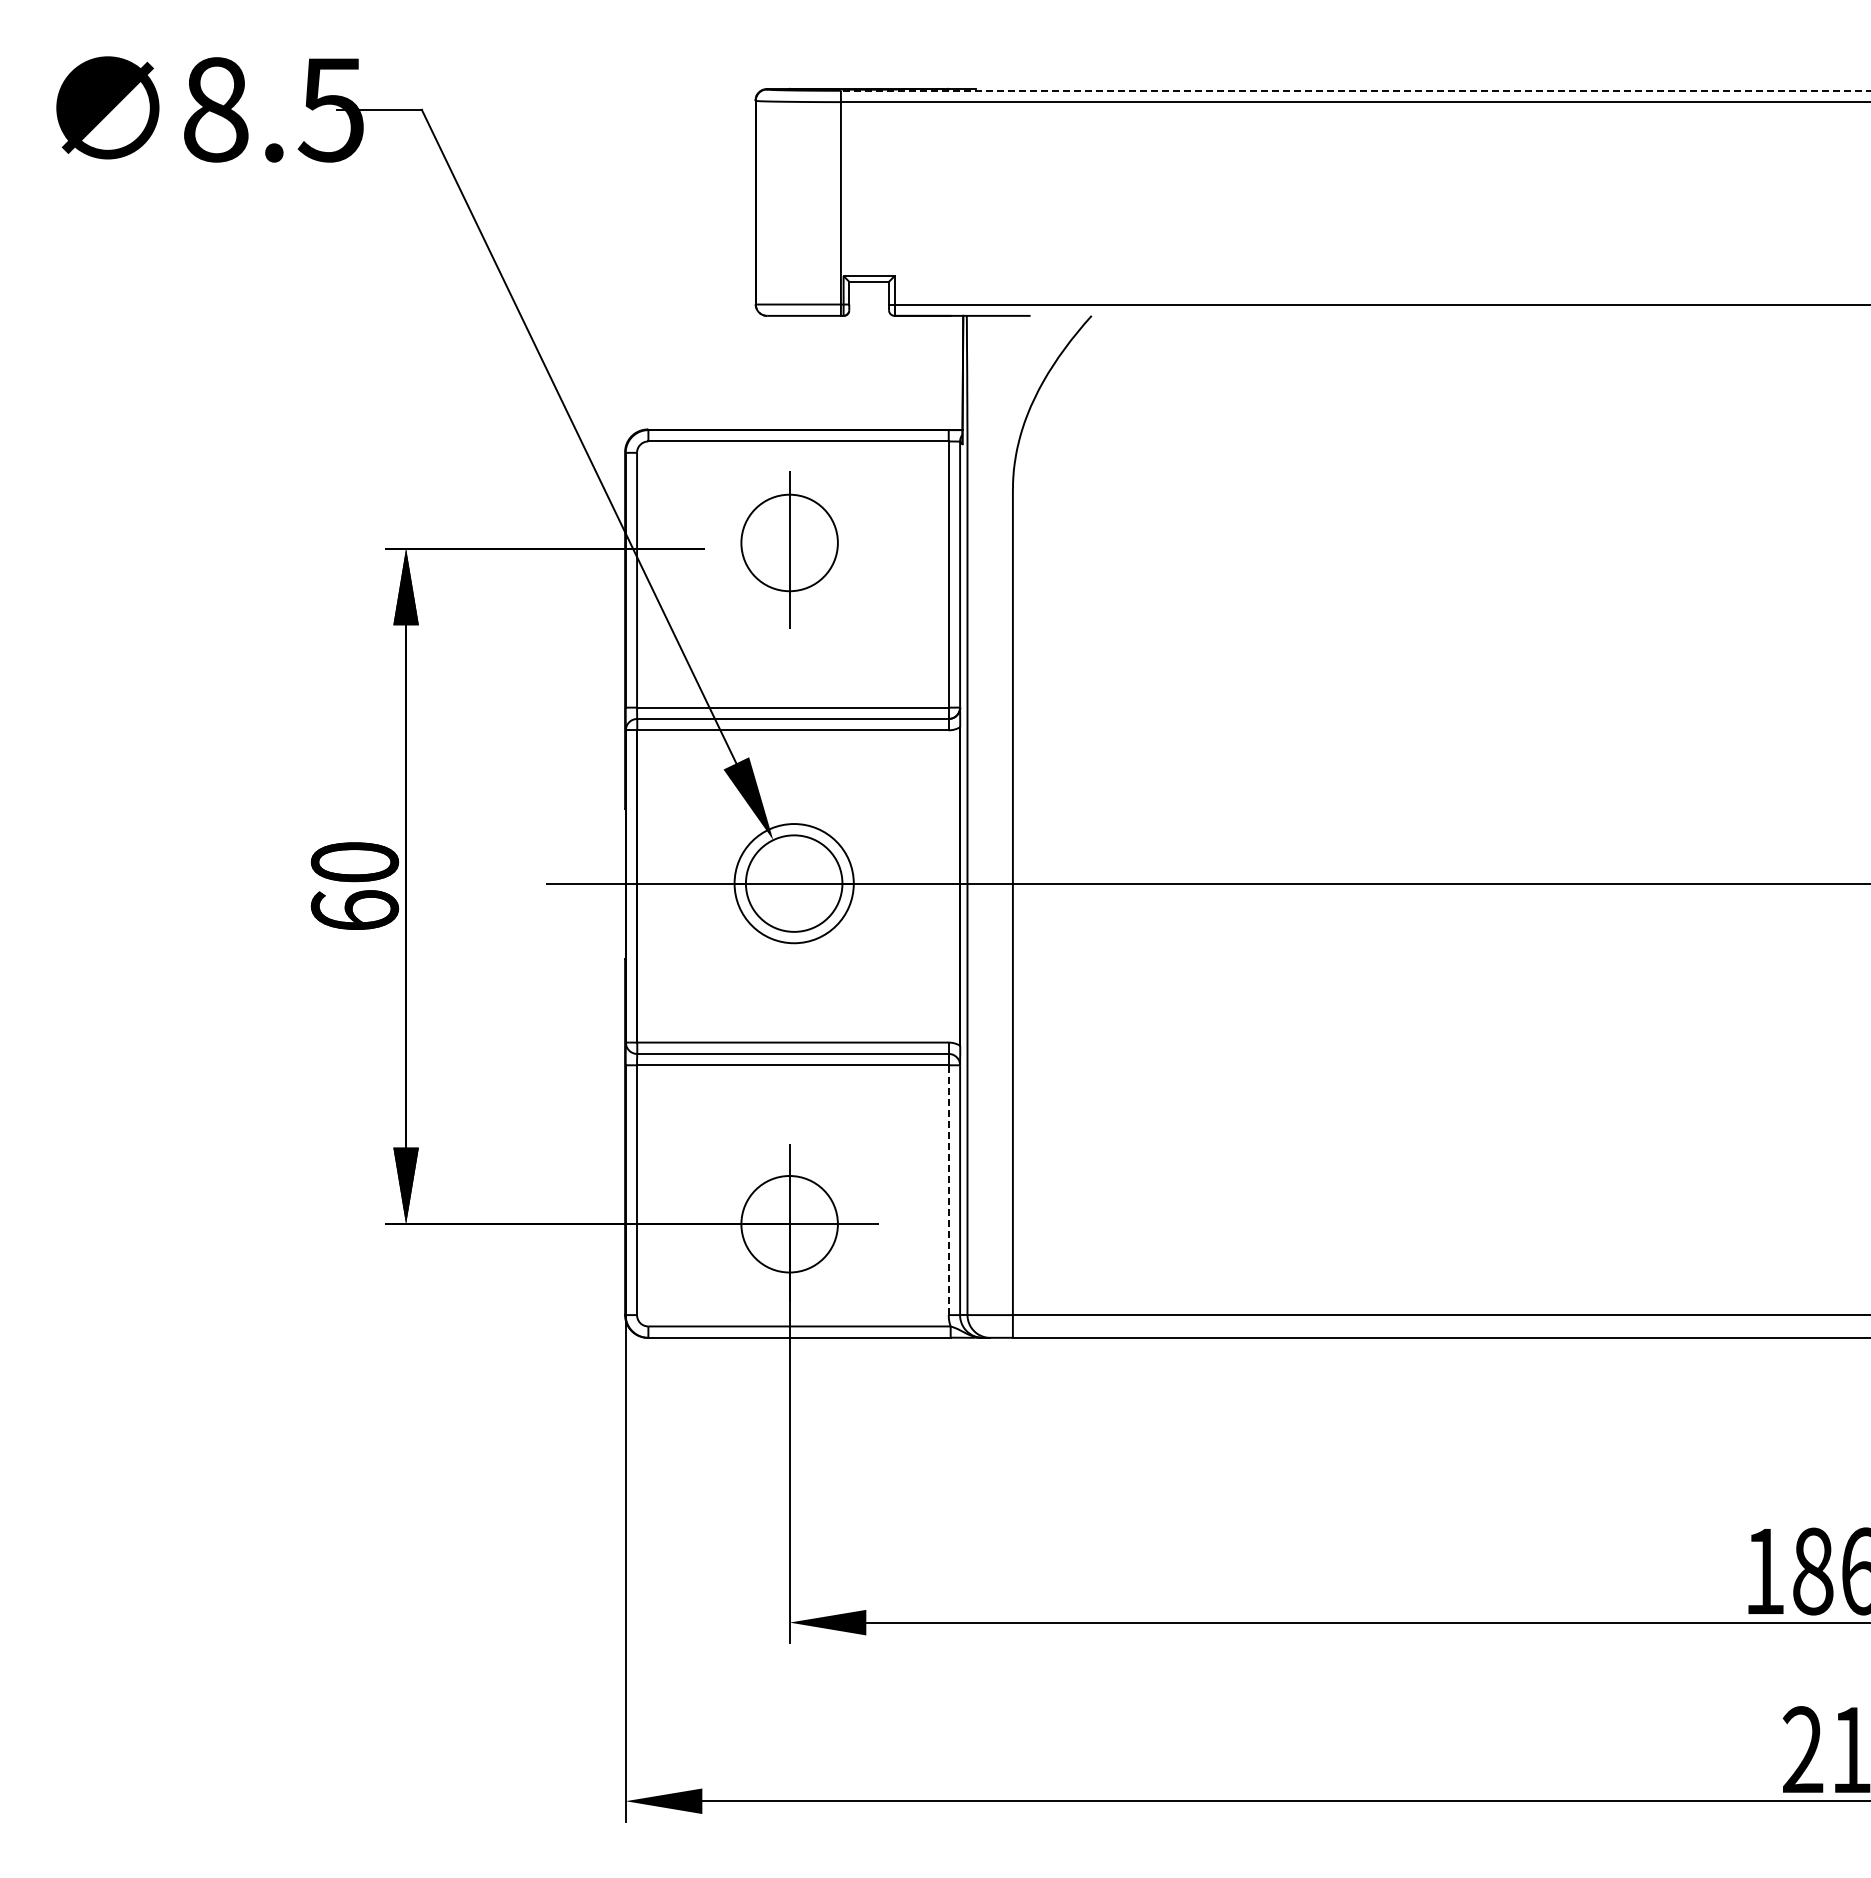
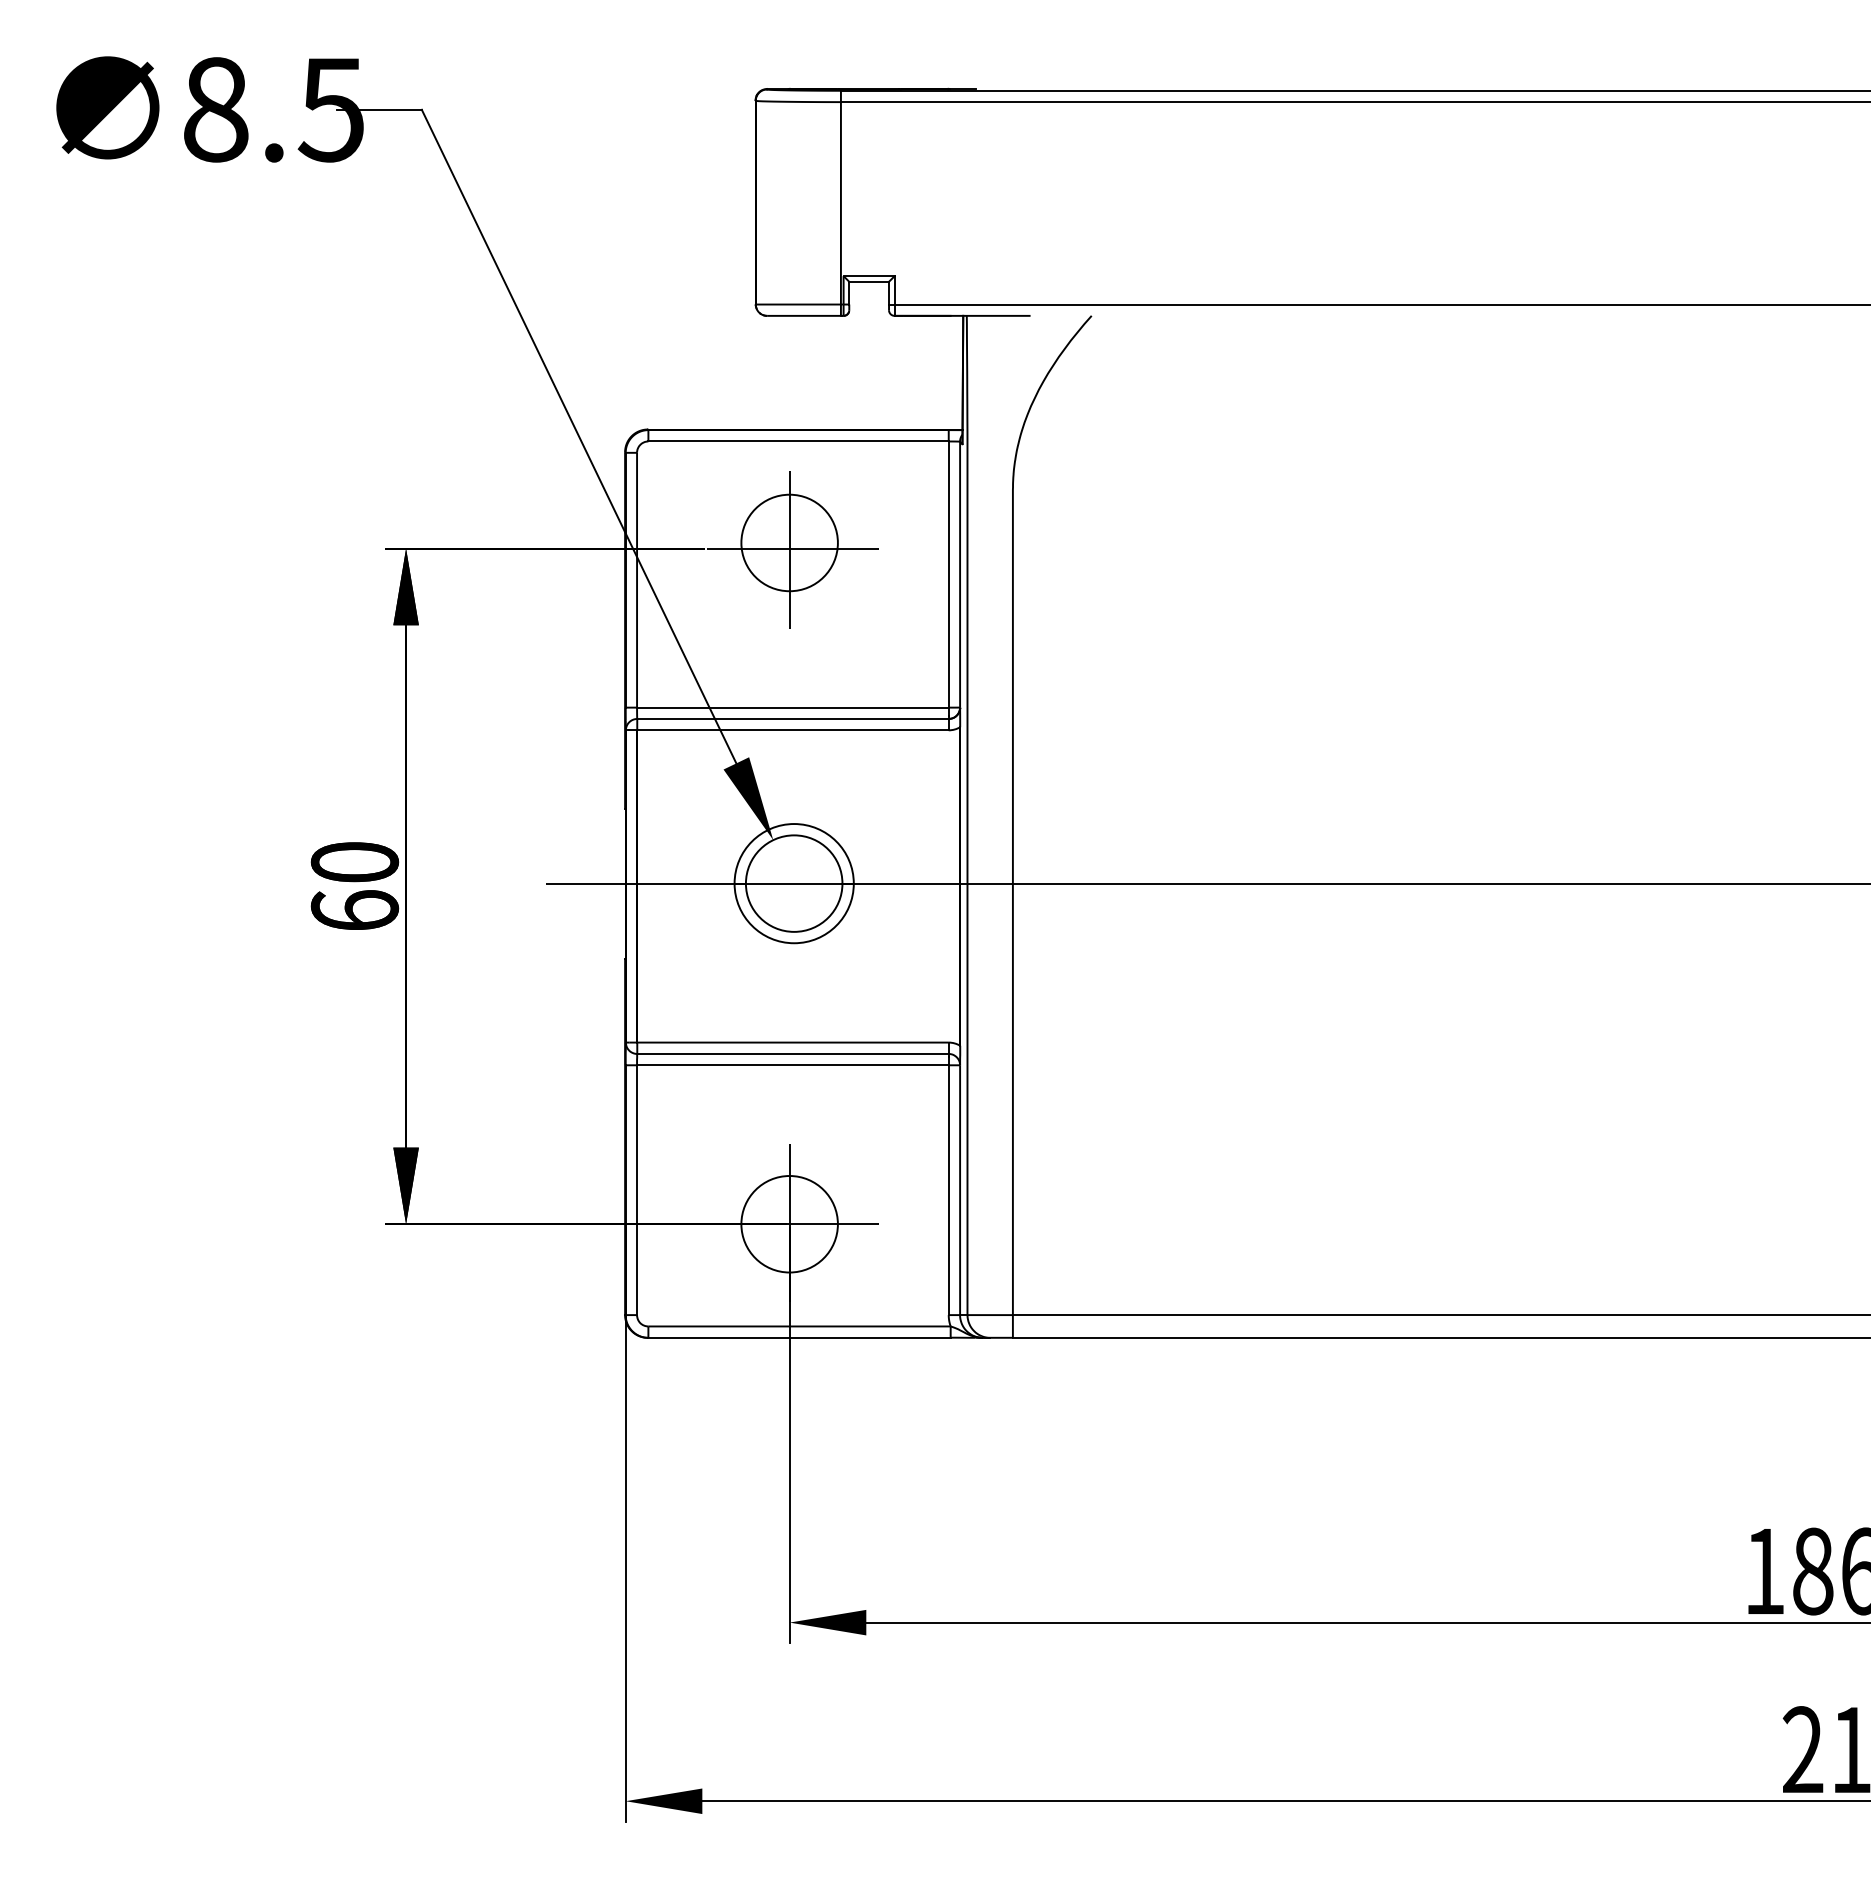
line at (1355, 90): dashed -> solid
line at (792, 548): none -> present
line at (948, 1190): dashed -> solid
